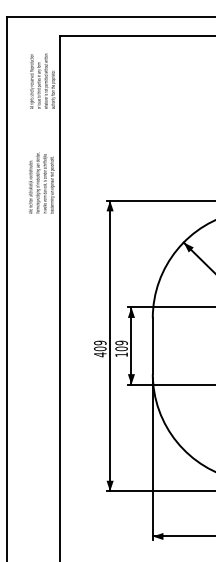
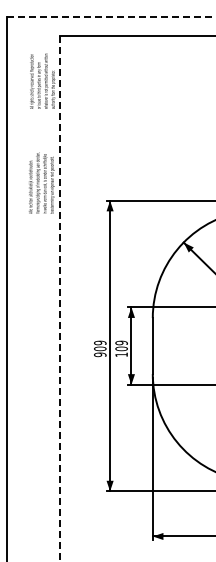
line at (111, 16): solid -> dashed
line at (59, 298): solid -> dashed
text at (100, 354): 409 -> 909
